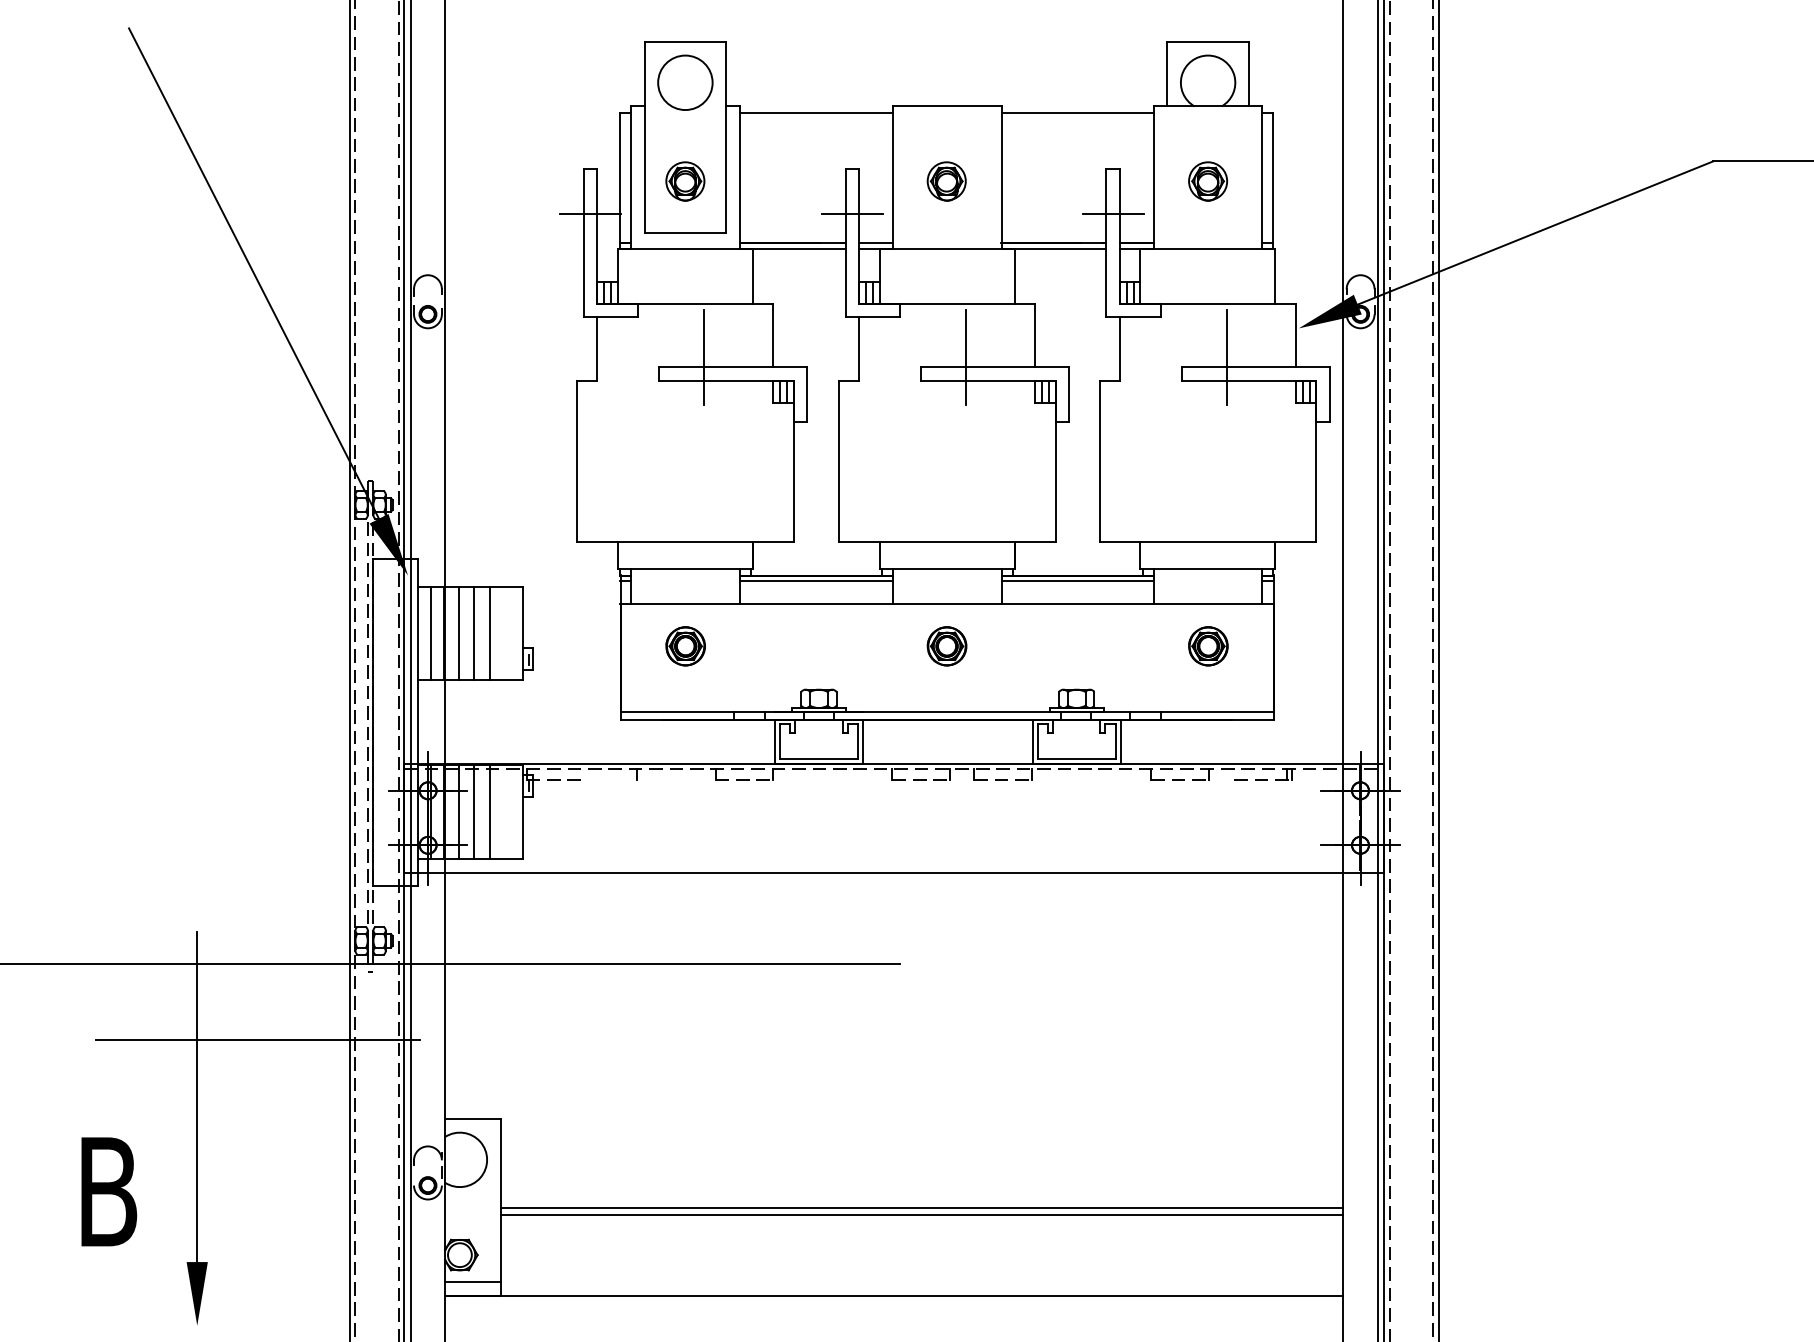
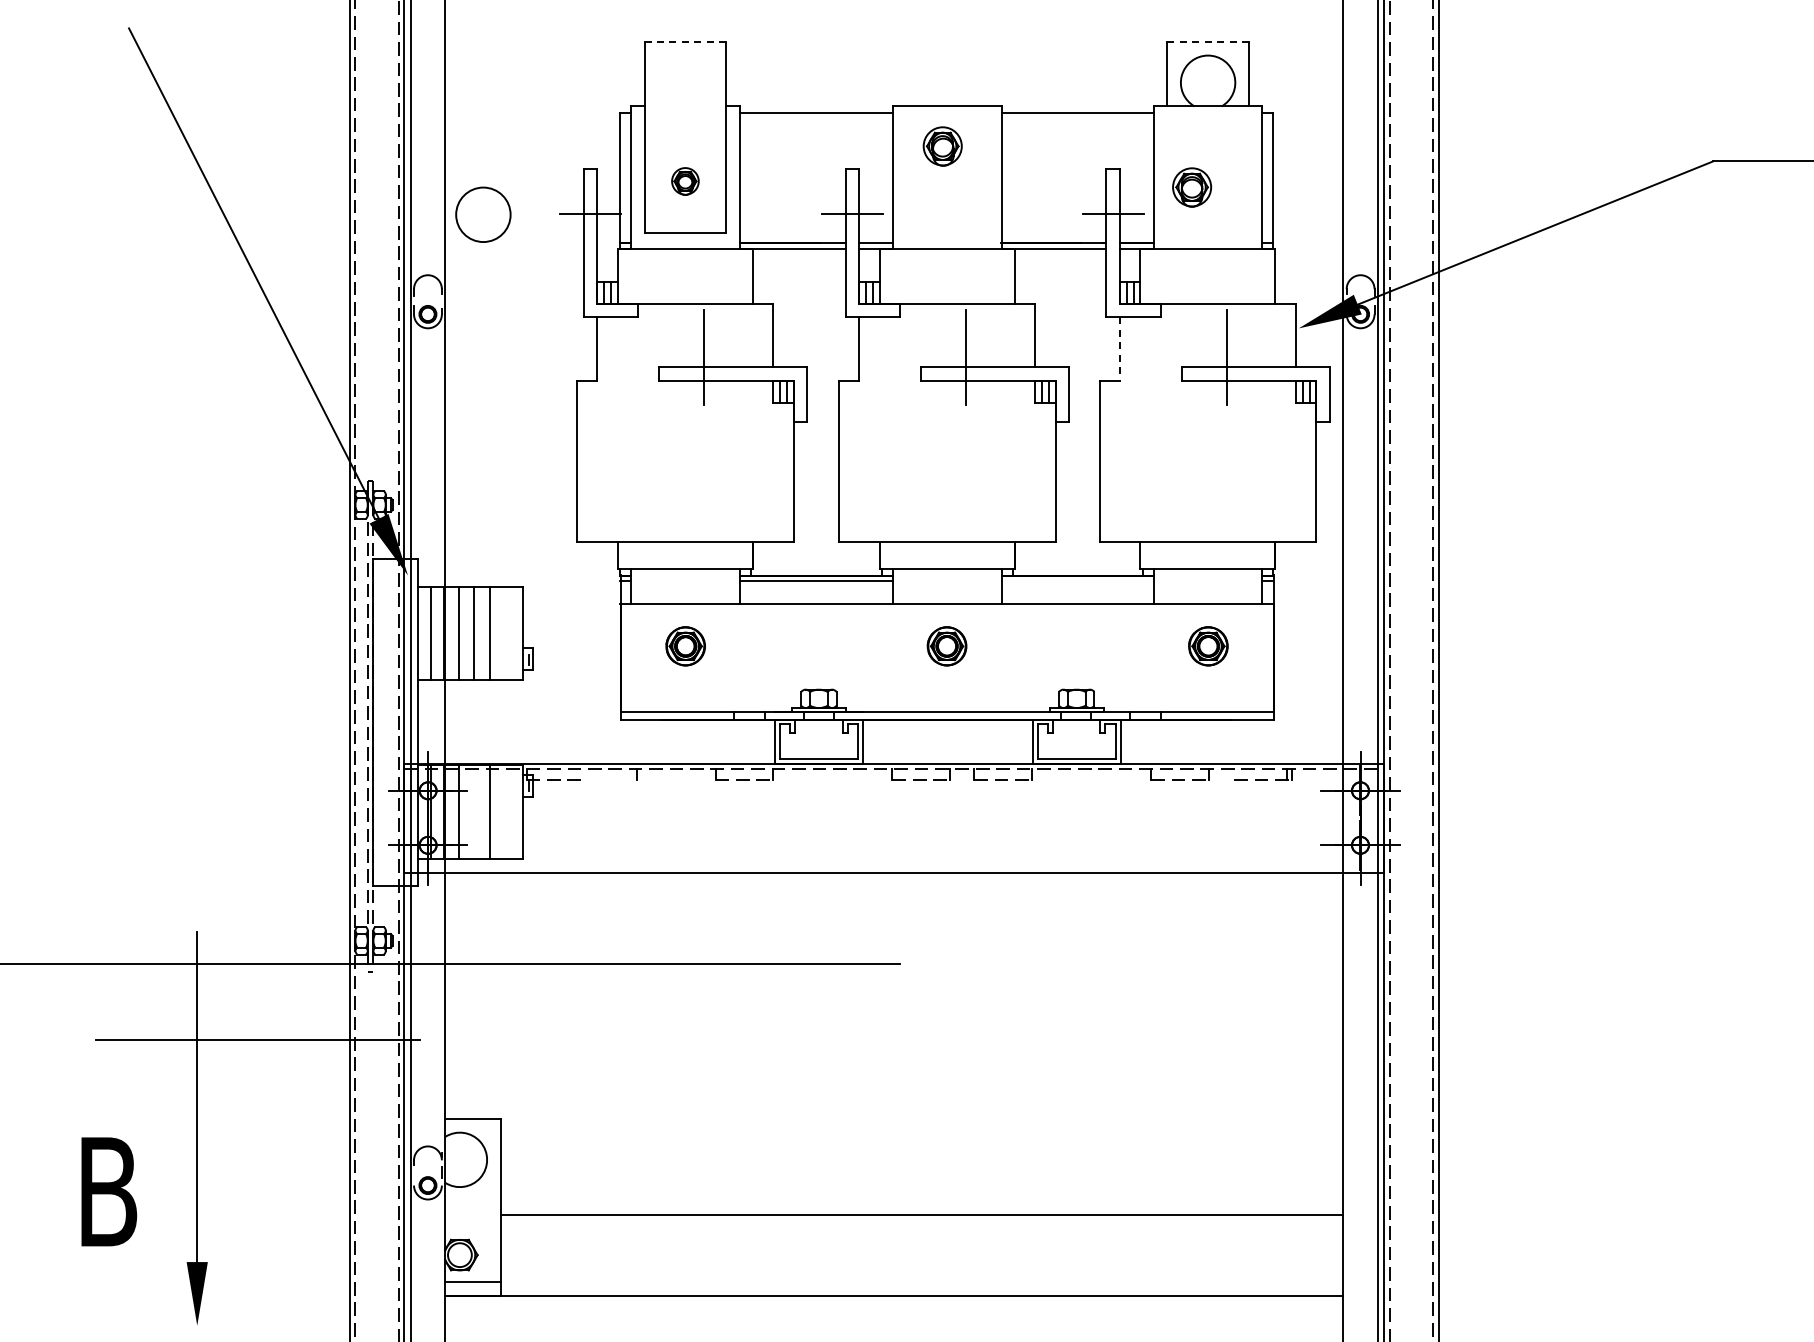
line at (685, 41): solid -> dashed
line at (1208, 41): solid -> dashed
circle at (685, 82) position: (685, 82) -> (483, 214)
part at (685, 181) size: 41x41 px -> 29x29 px
part at (946, 181) position: (946, 181) -> (942, 146)
part at (1208, 181) position: (1208, 181) -> (1192, 187)
line at (1120, 349): solid -> dashed
line at (1077, 581): present -> none
line at (474, 811): present -> none
line at (921, 1207): present -> none
